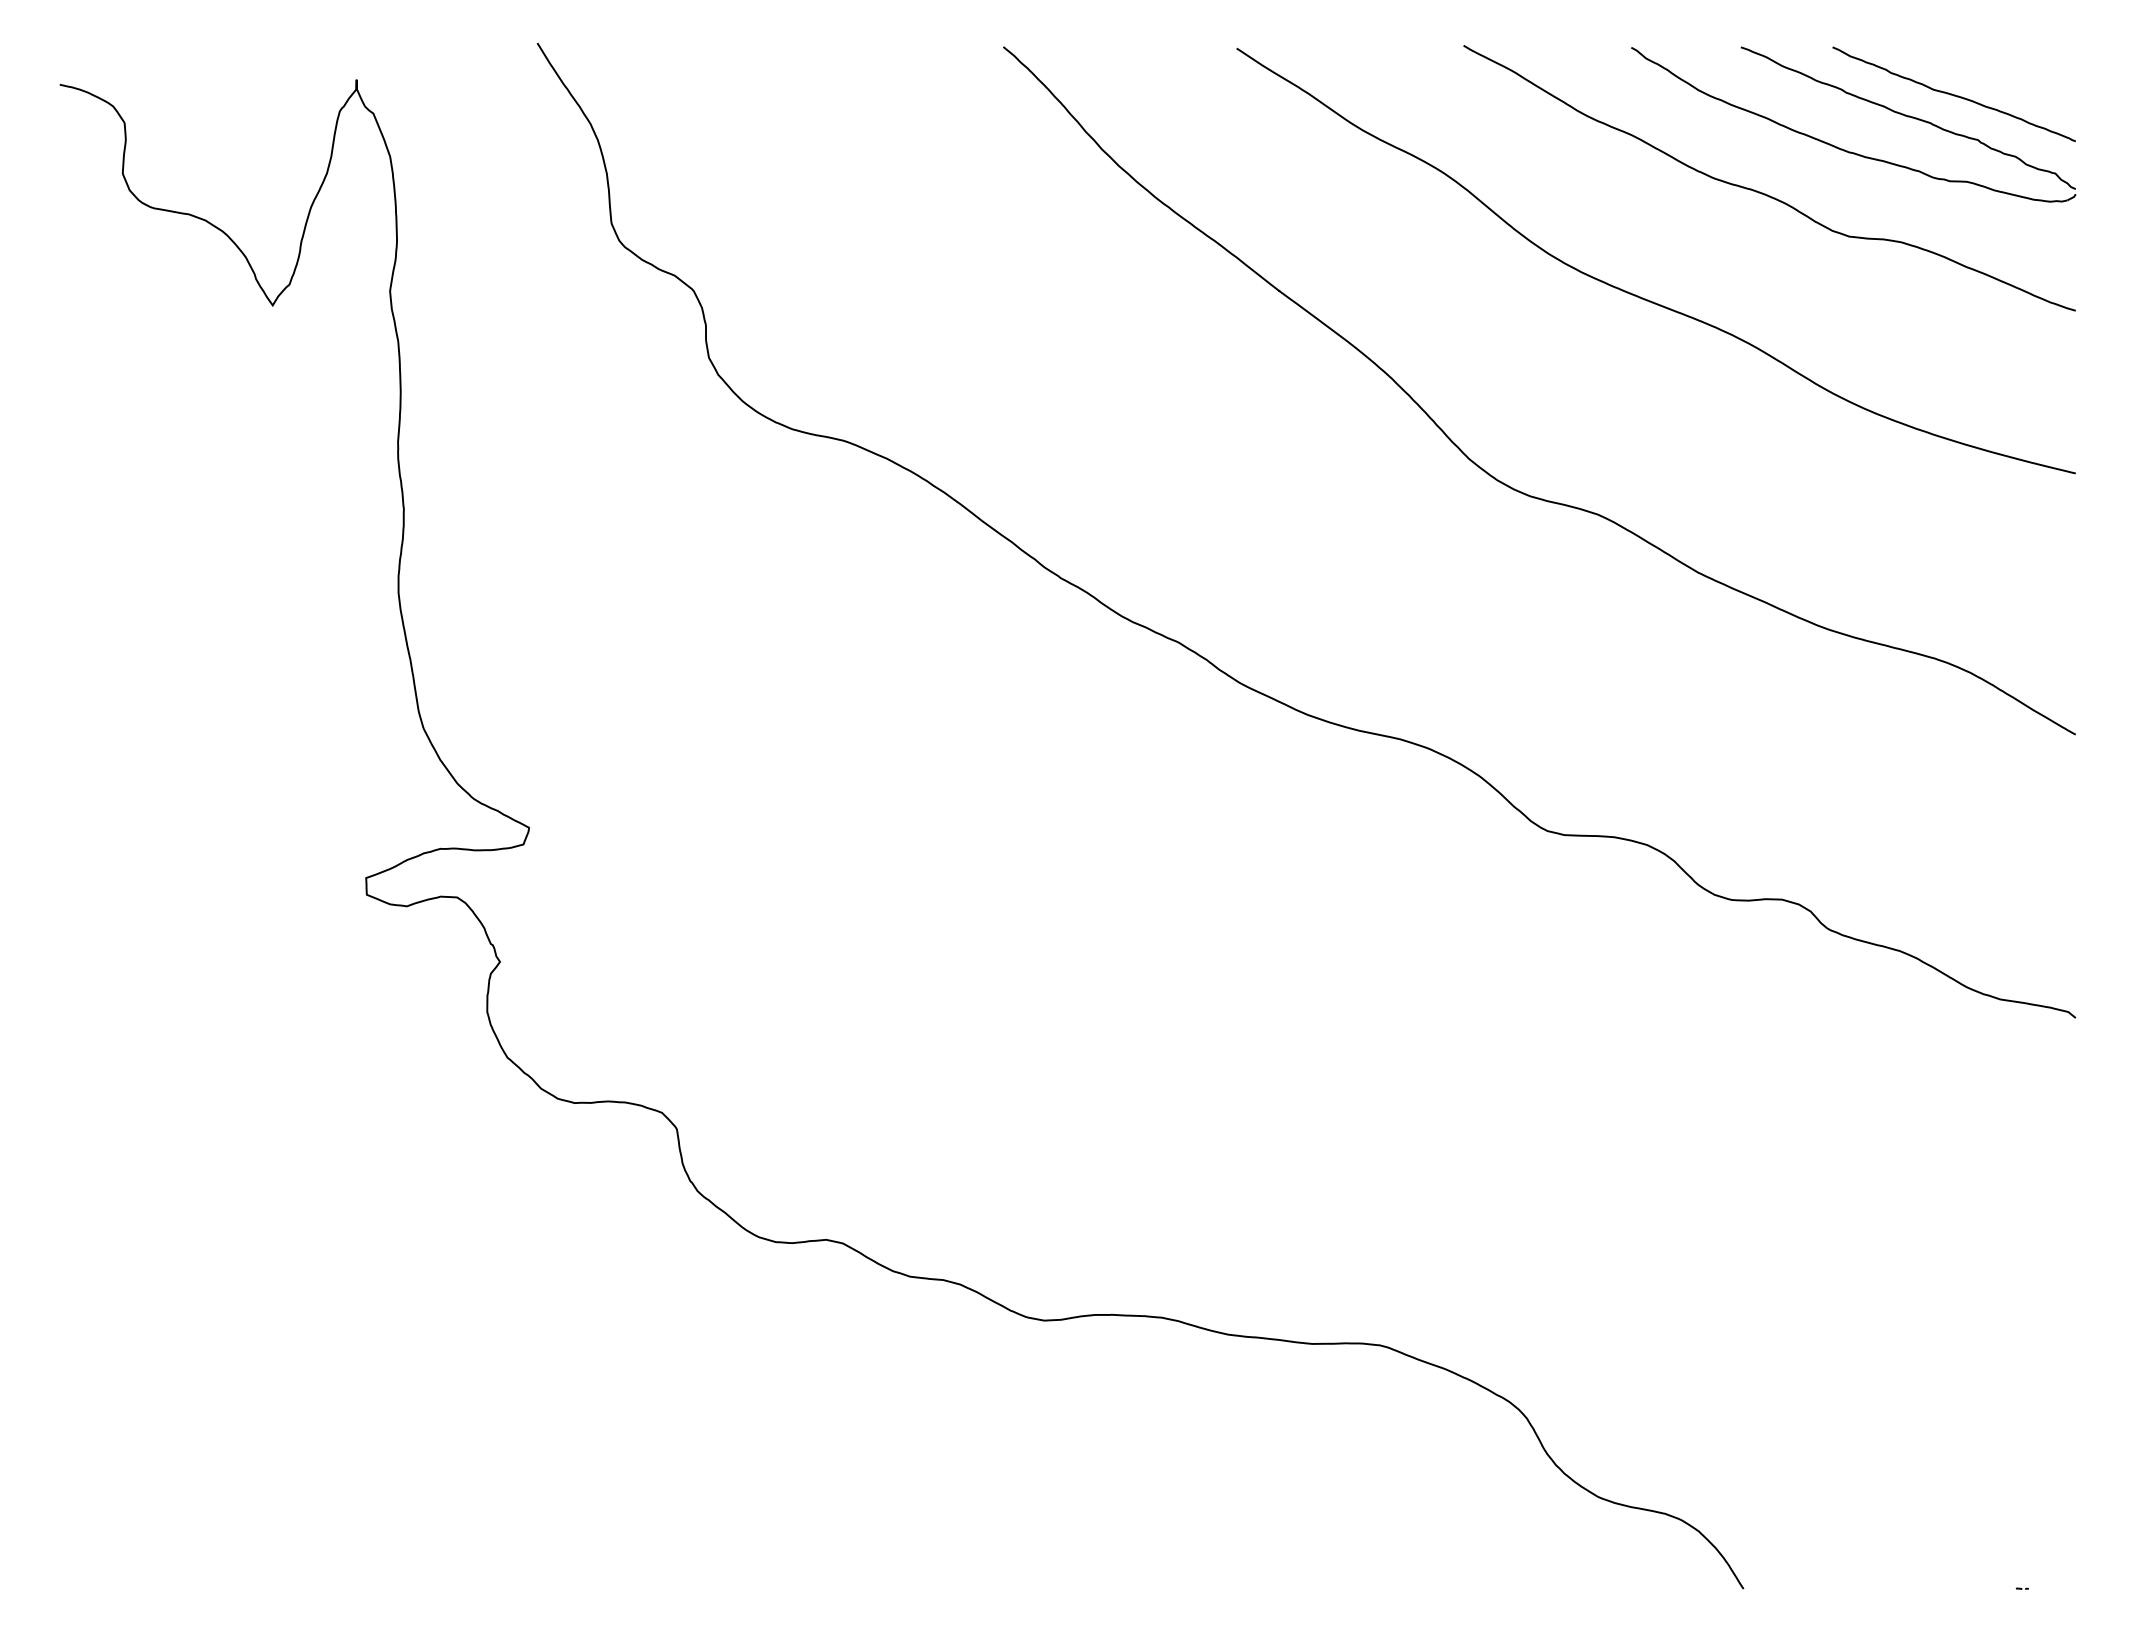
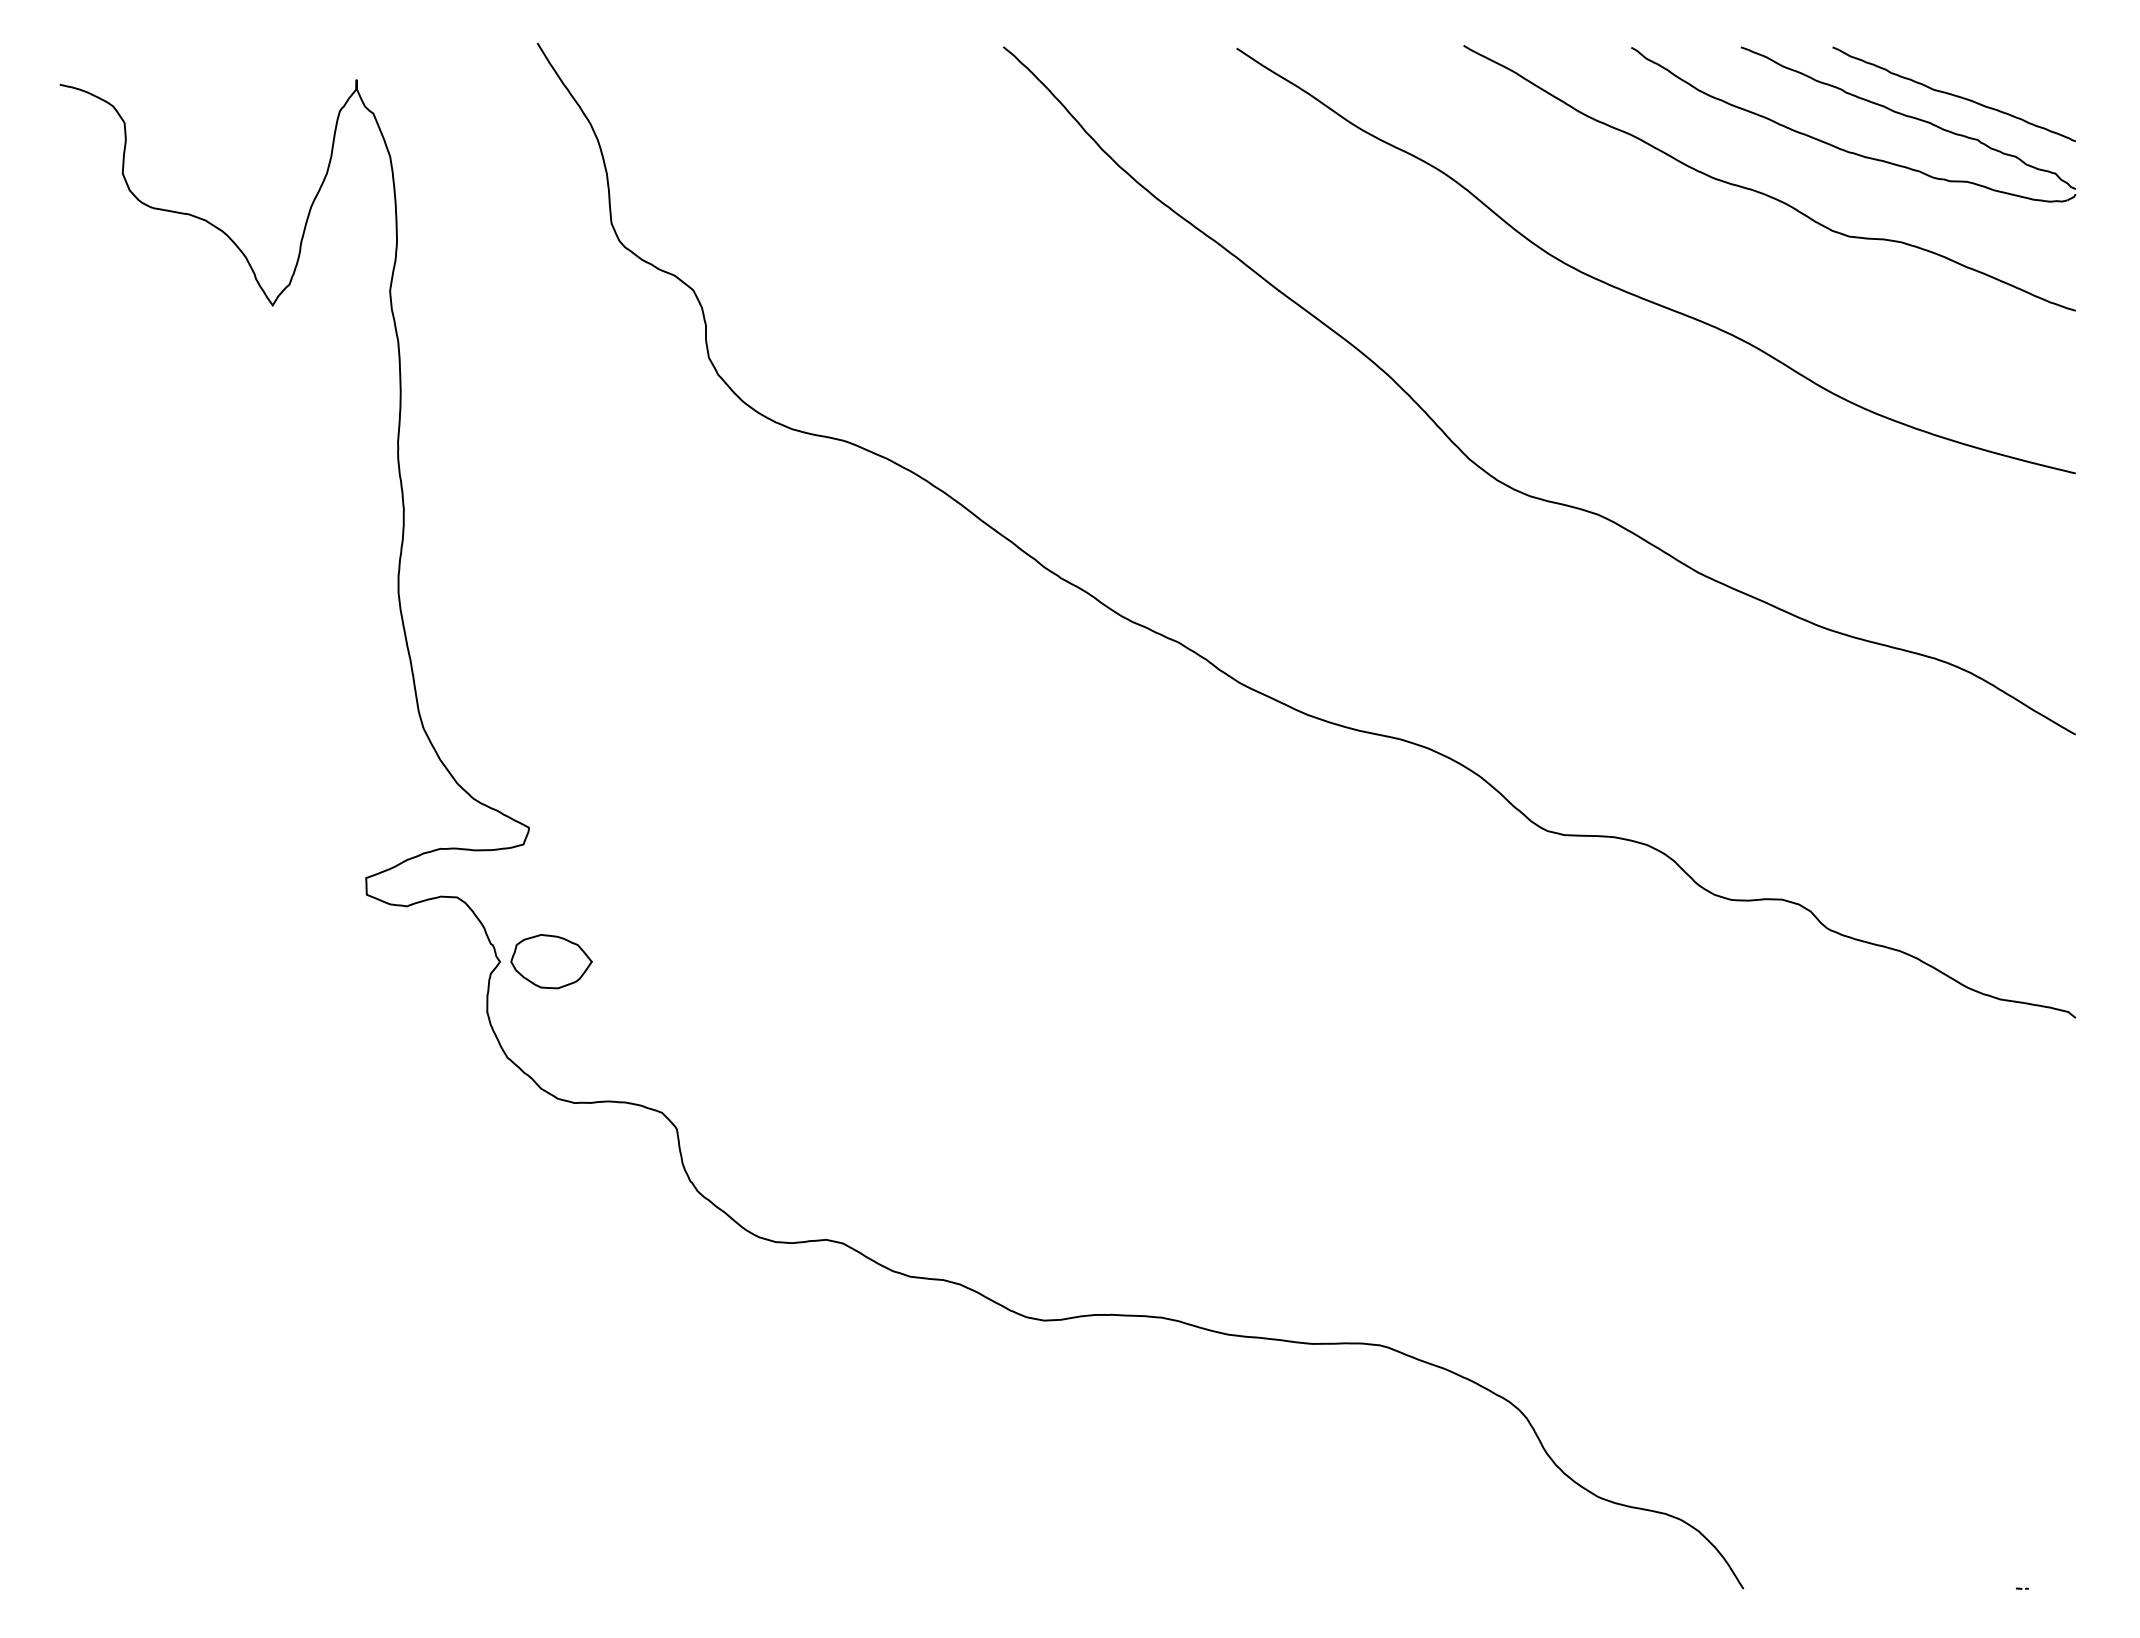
part at (551, 961): none -> present
